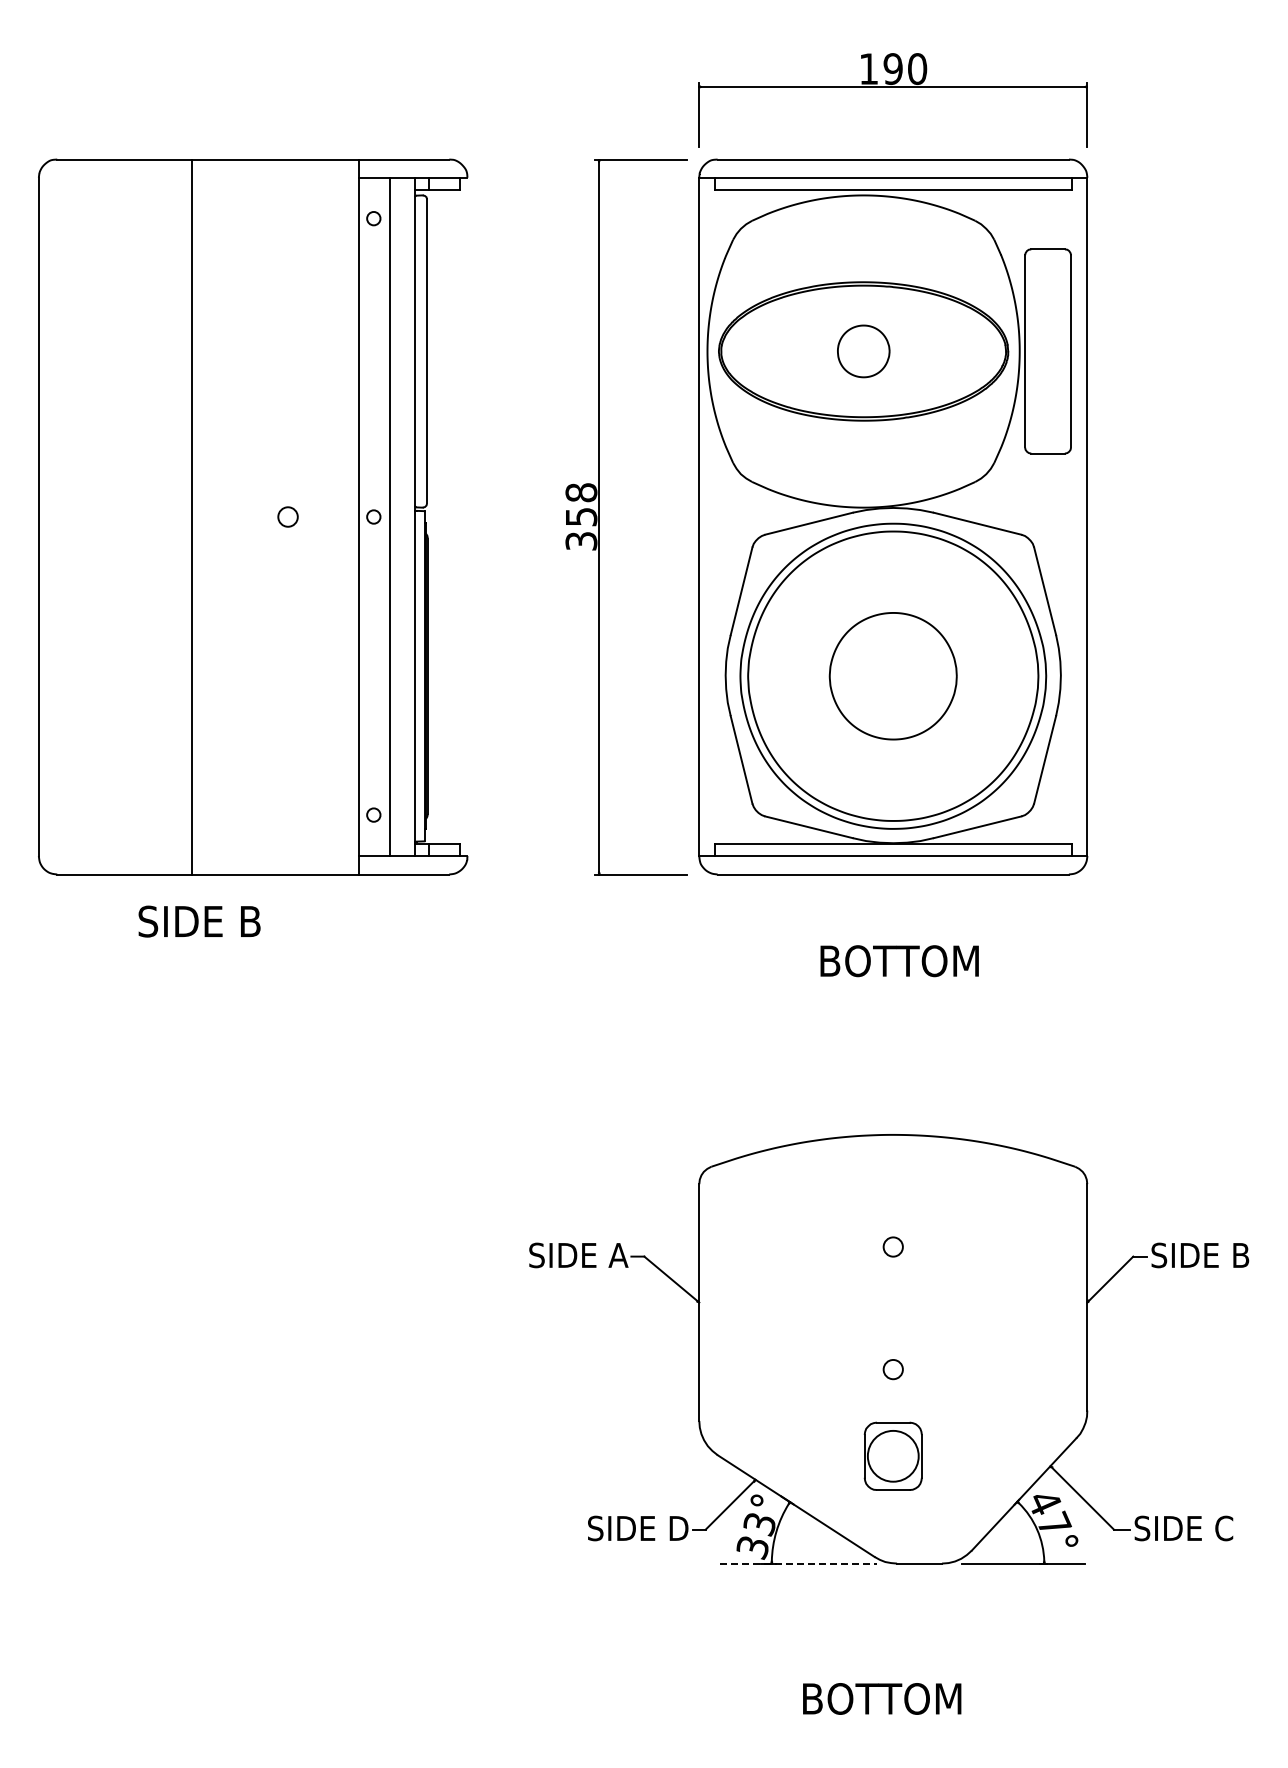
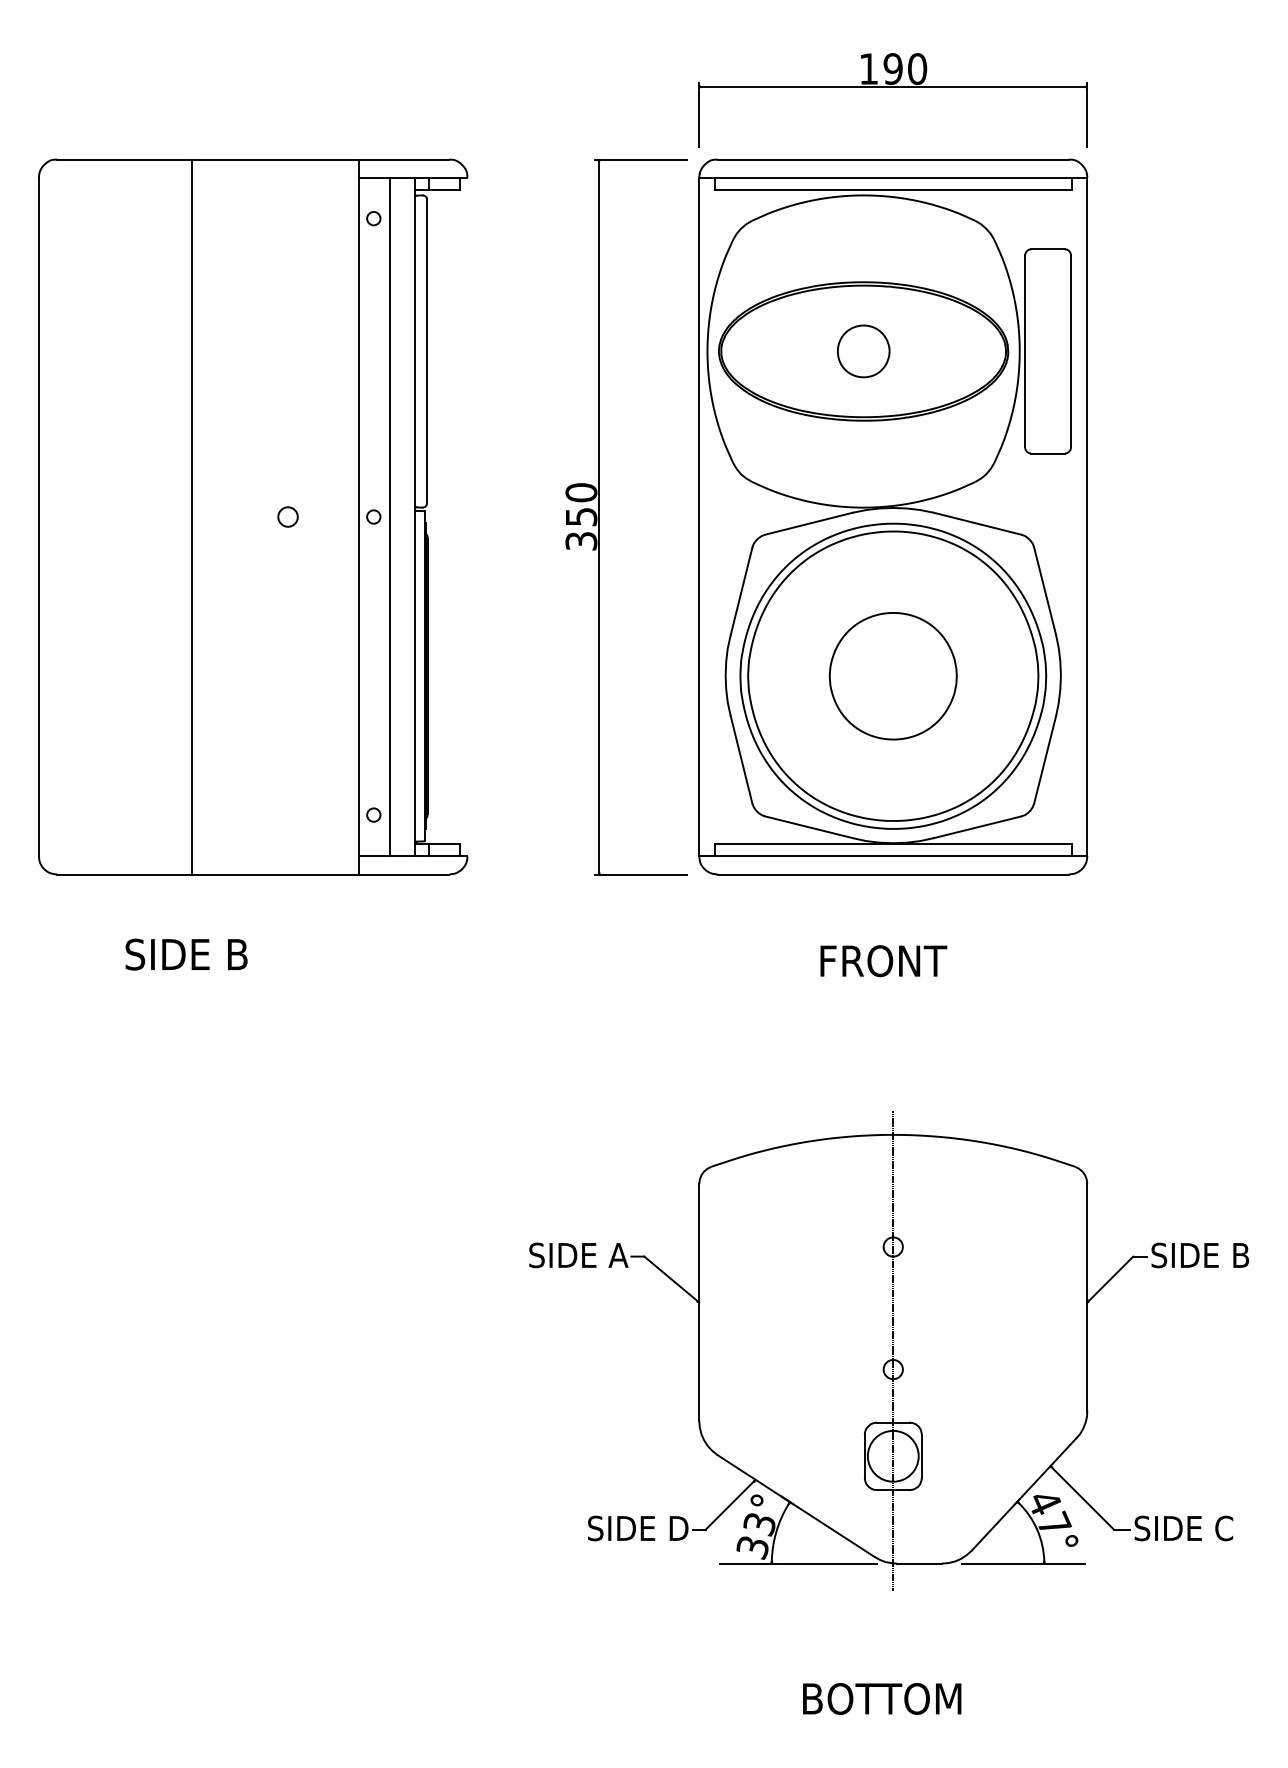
text at (581, 492): 358 -> 350
text at (199, 921) position: (199, 921) -> (186, 954)
text at (901, 961): BOTTOM -> FRONT
line at (893, 1351): none -> present
line at (798, 1563): dashed -> solid
